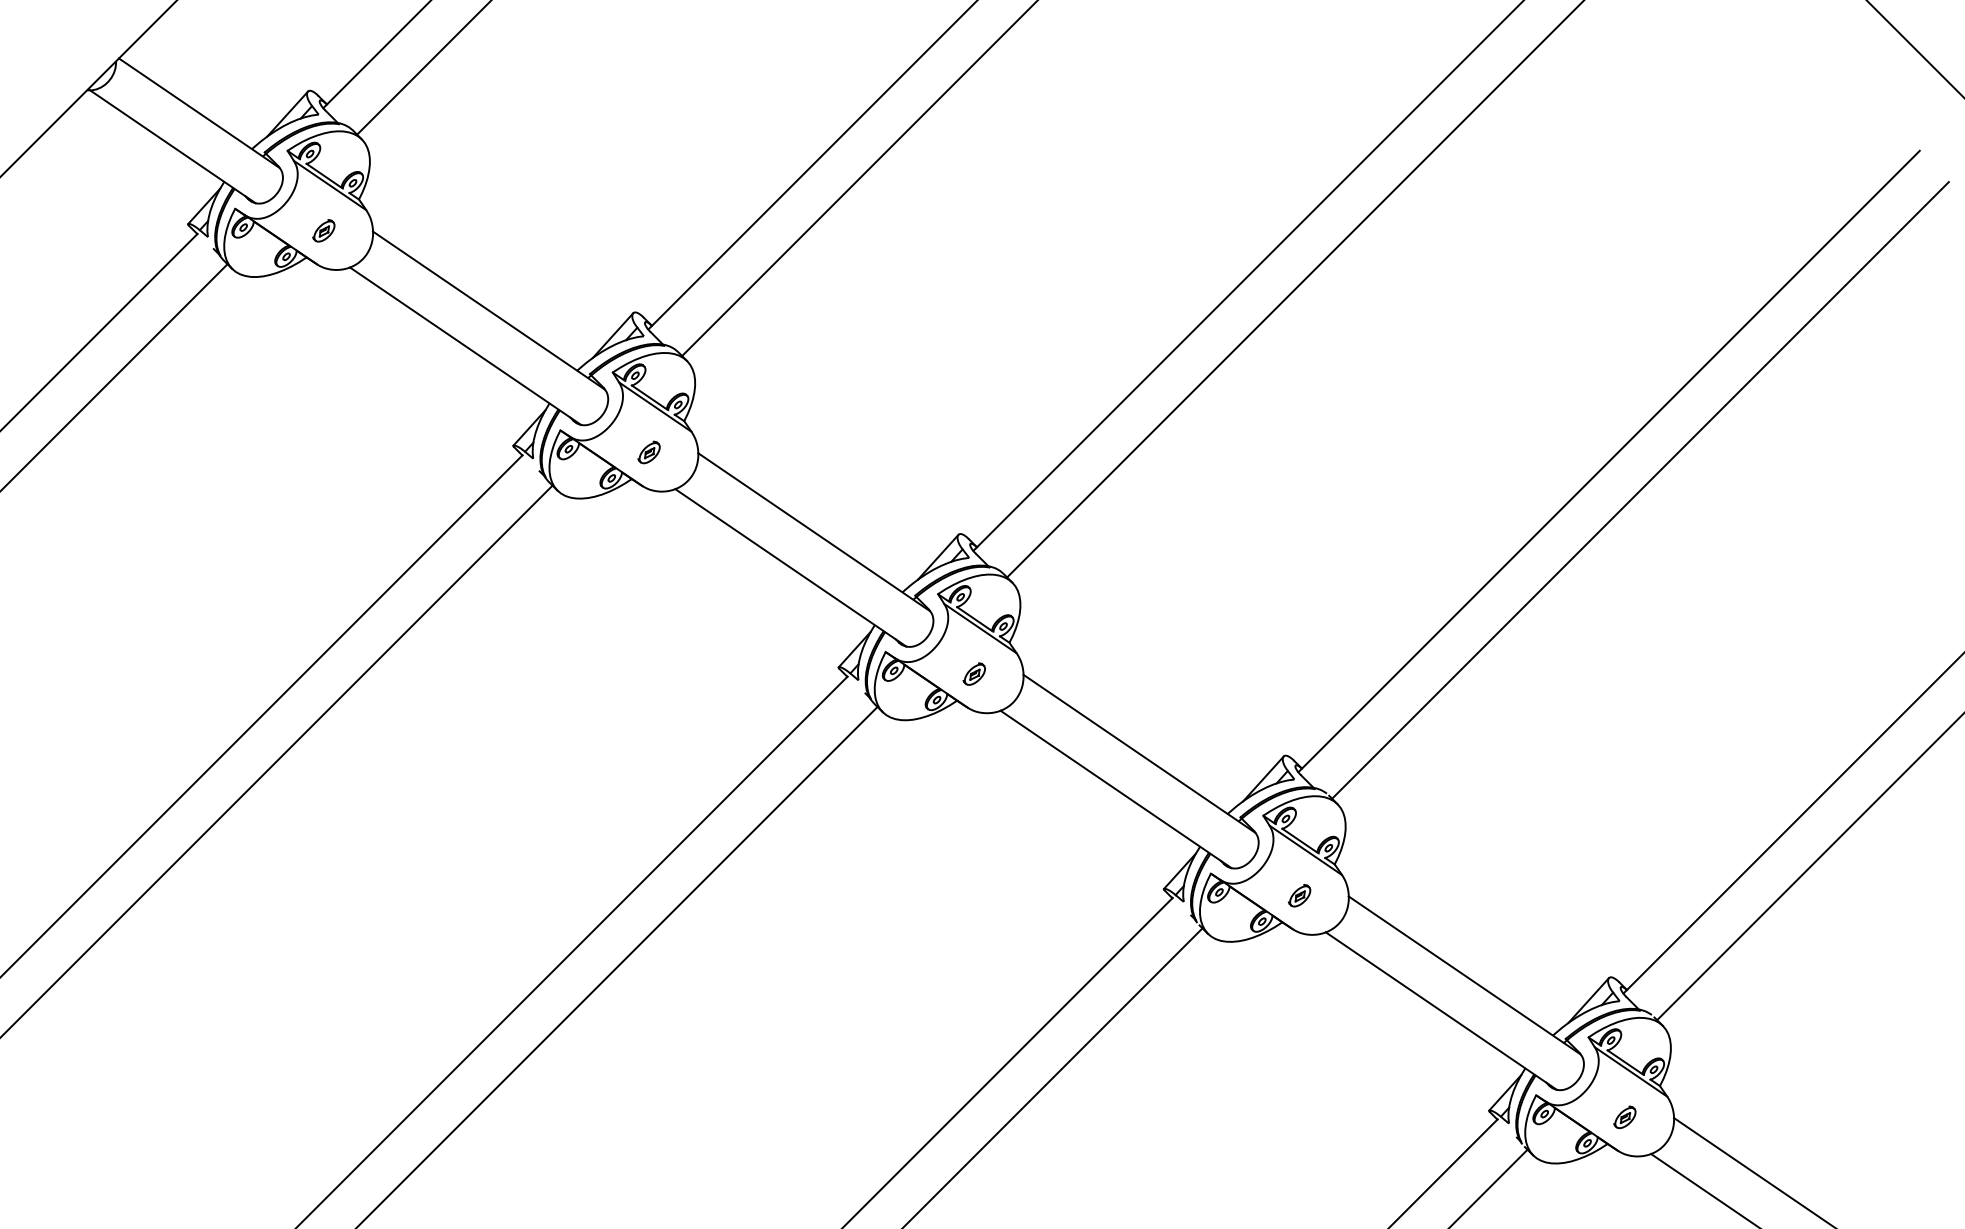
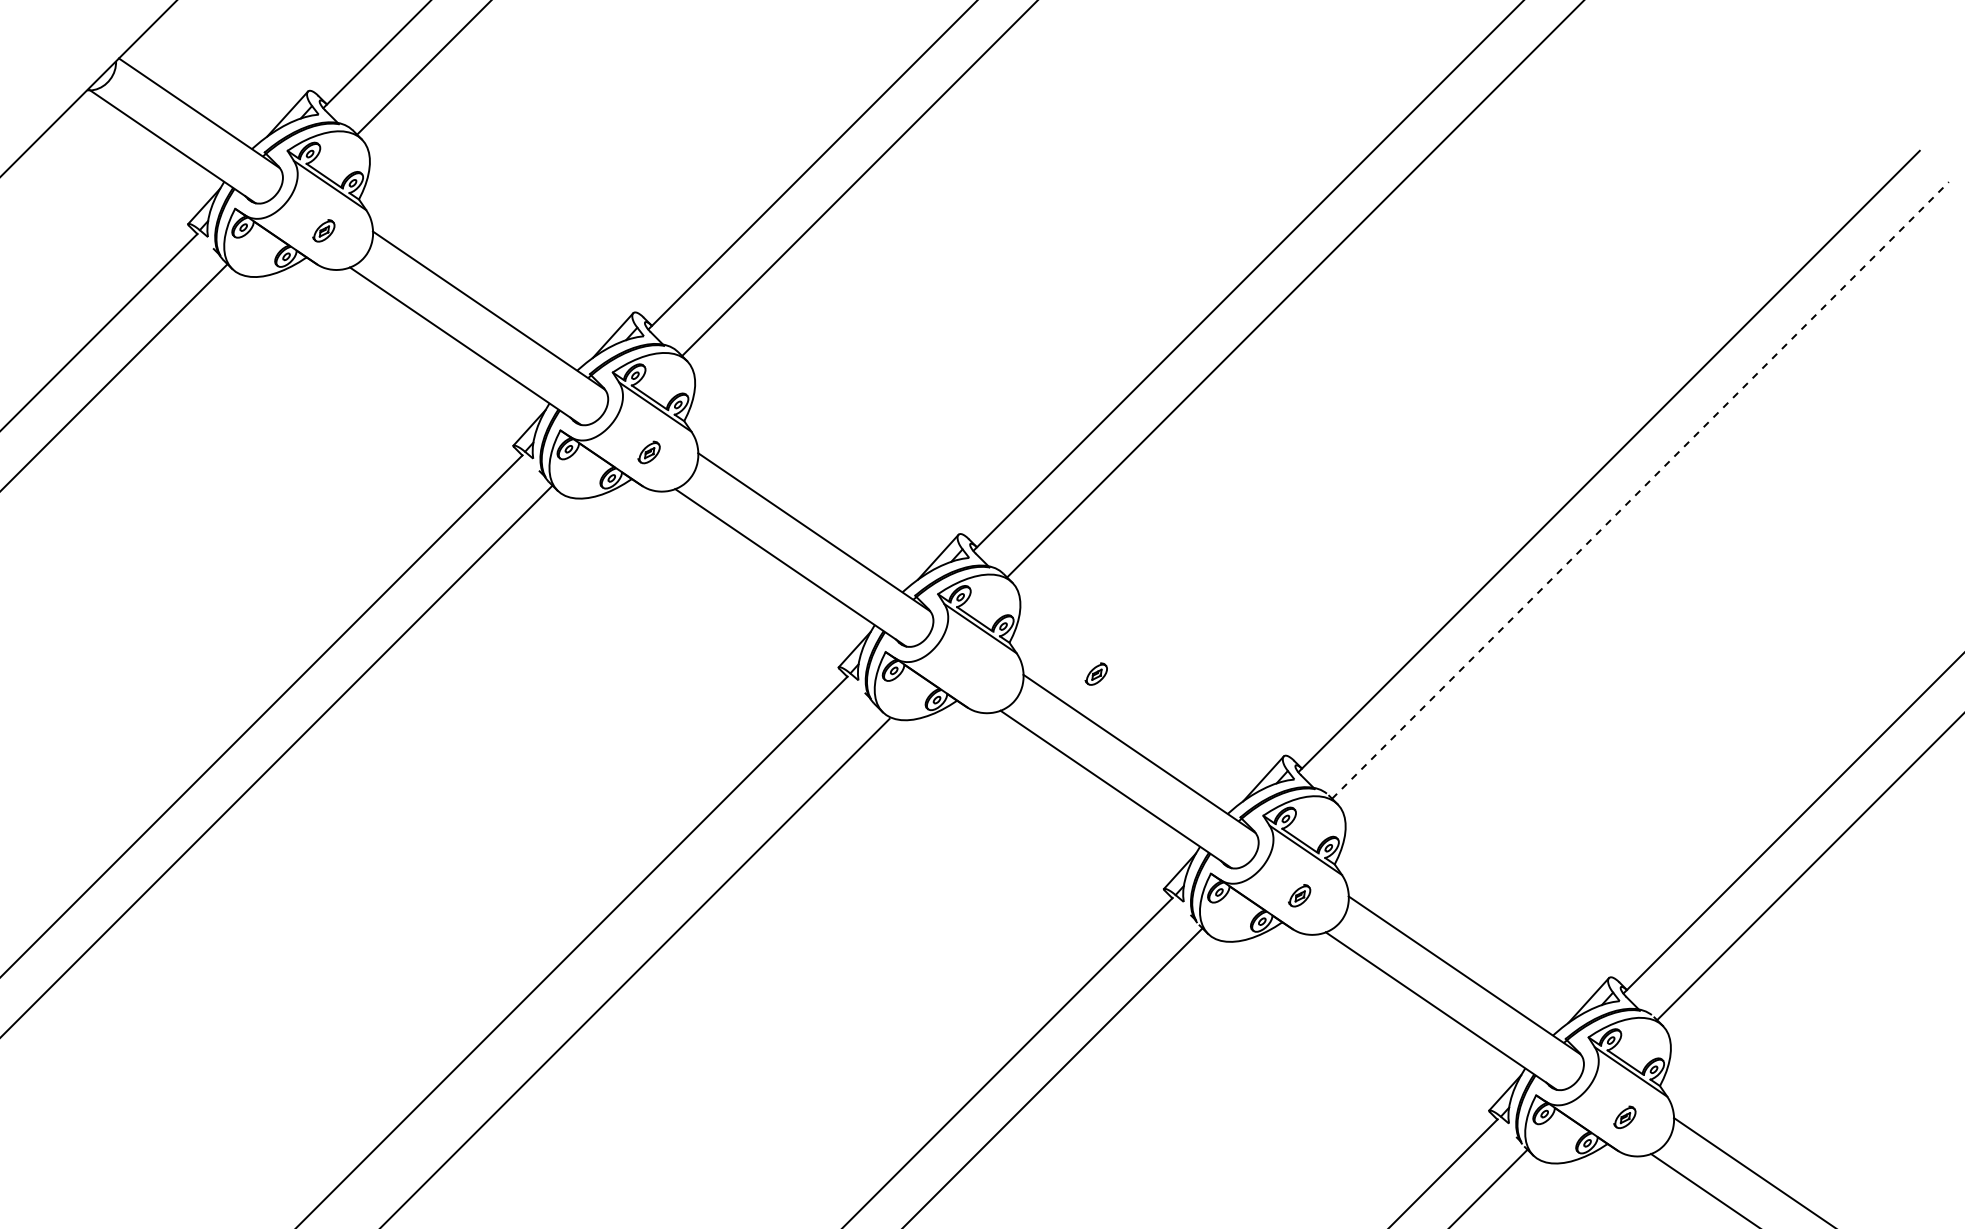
line at (1914, 48): present -> none
line at (1640, 490): solid -> dashed
part at (973, 673) position: (973, 673) -> (1095, 673)
line at (618, 965) position: (618, 965) -> (636, 971)
